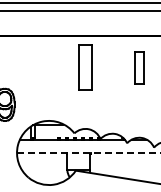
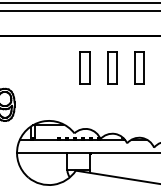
part at (85, 67) size: 15x47 px -> 12x34 px
part at (112, 67): none -> present
line at (88, 152): dashed -> solid
